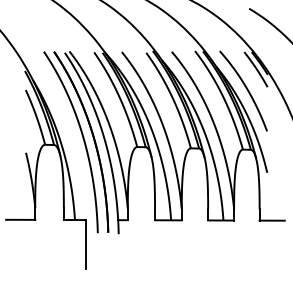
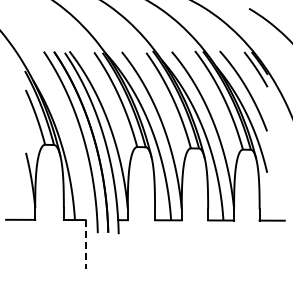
line at (85, 244): solid -> dashed
